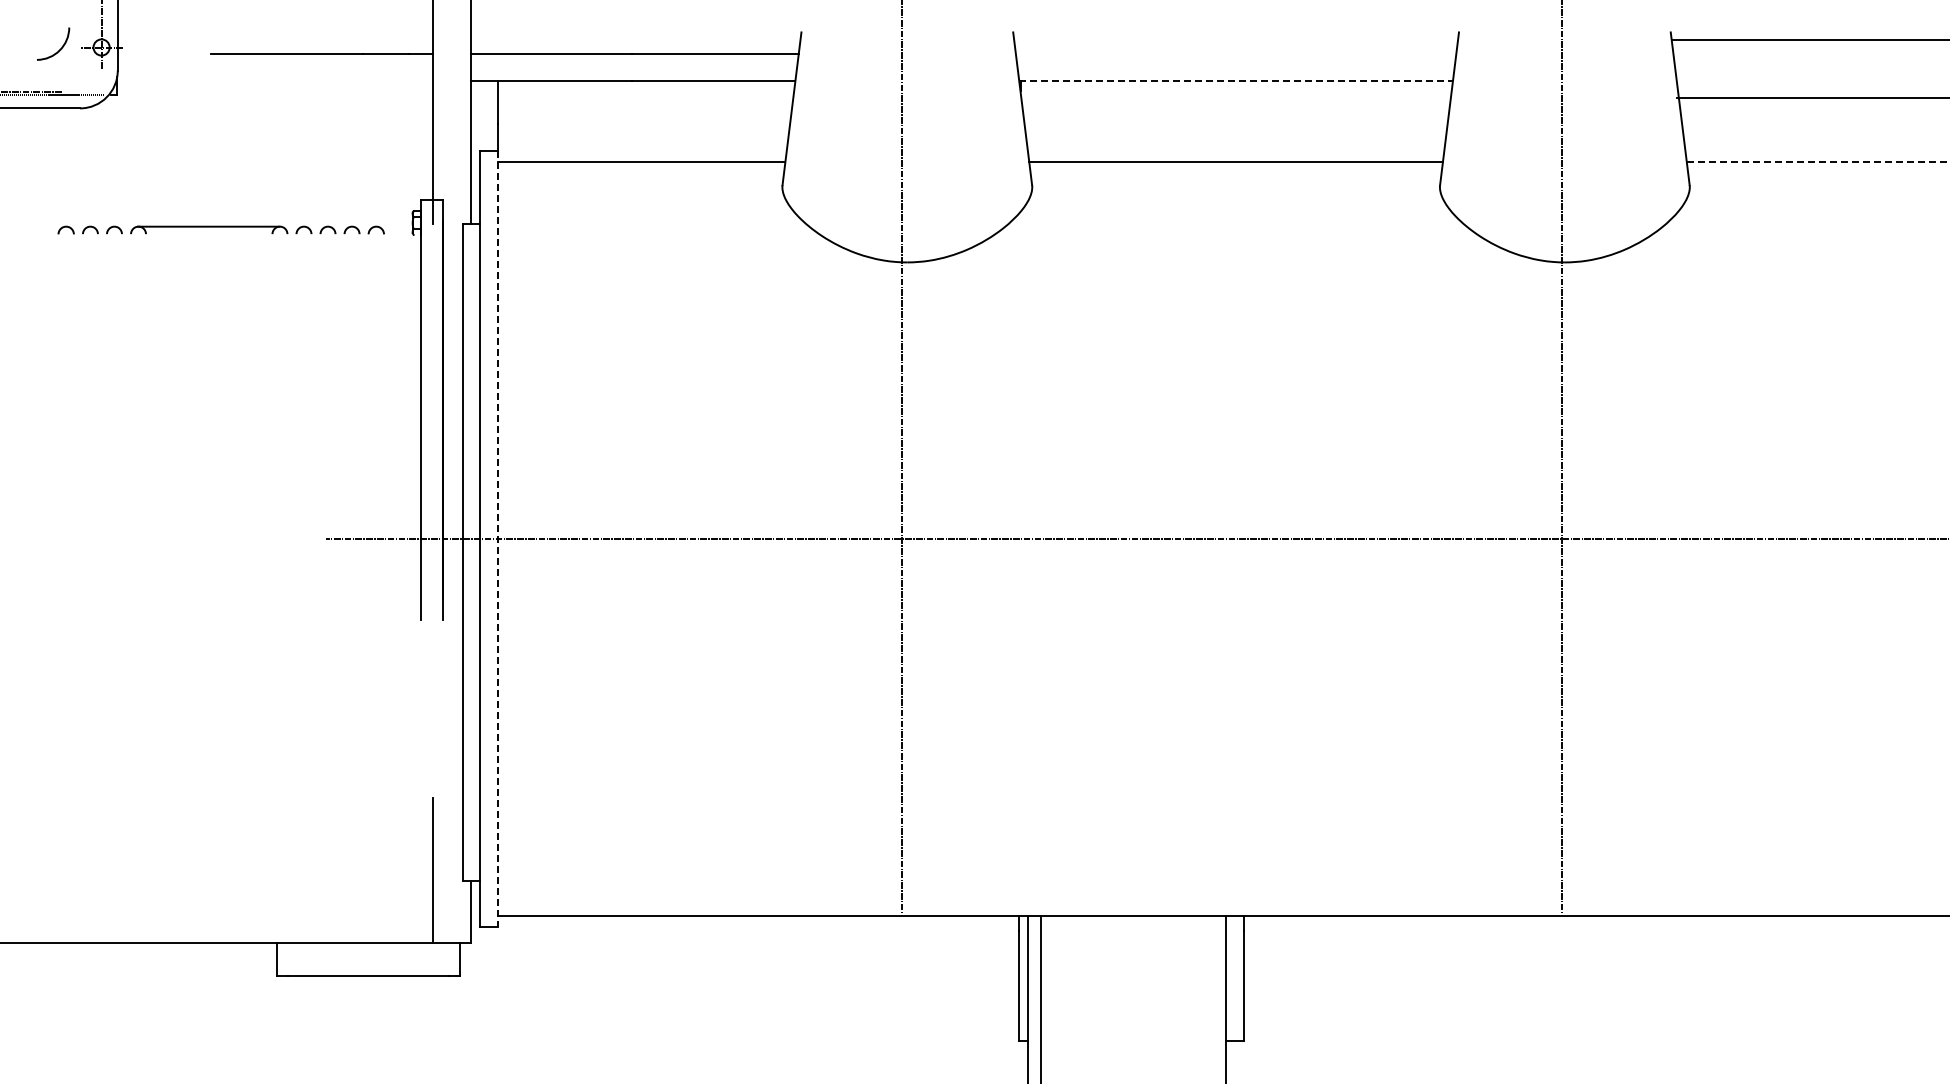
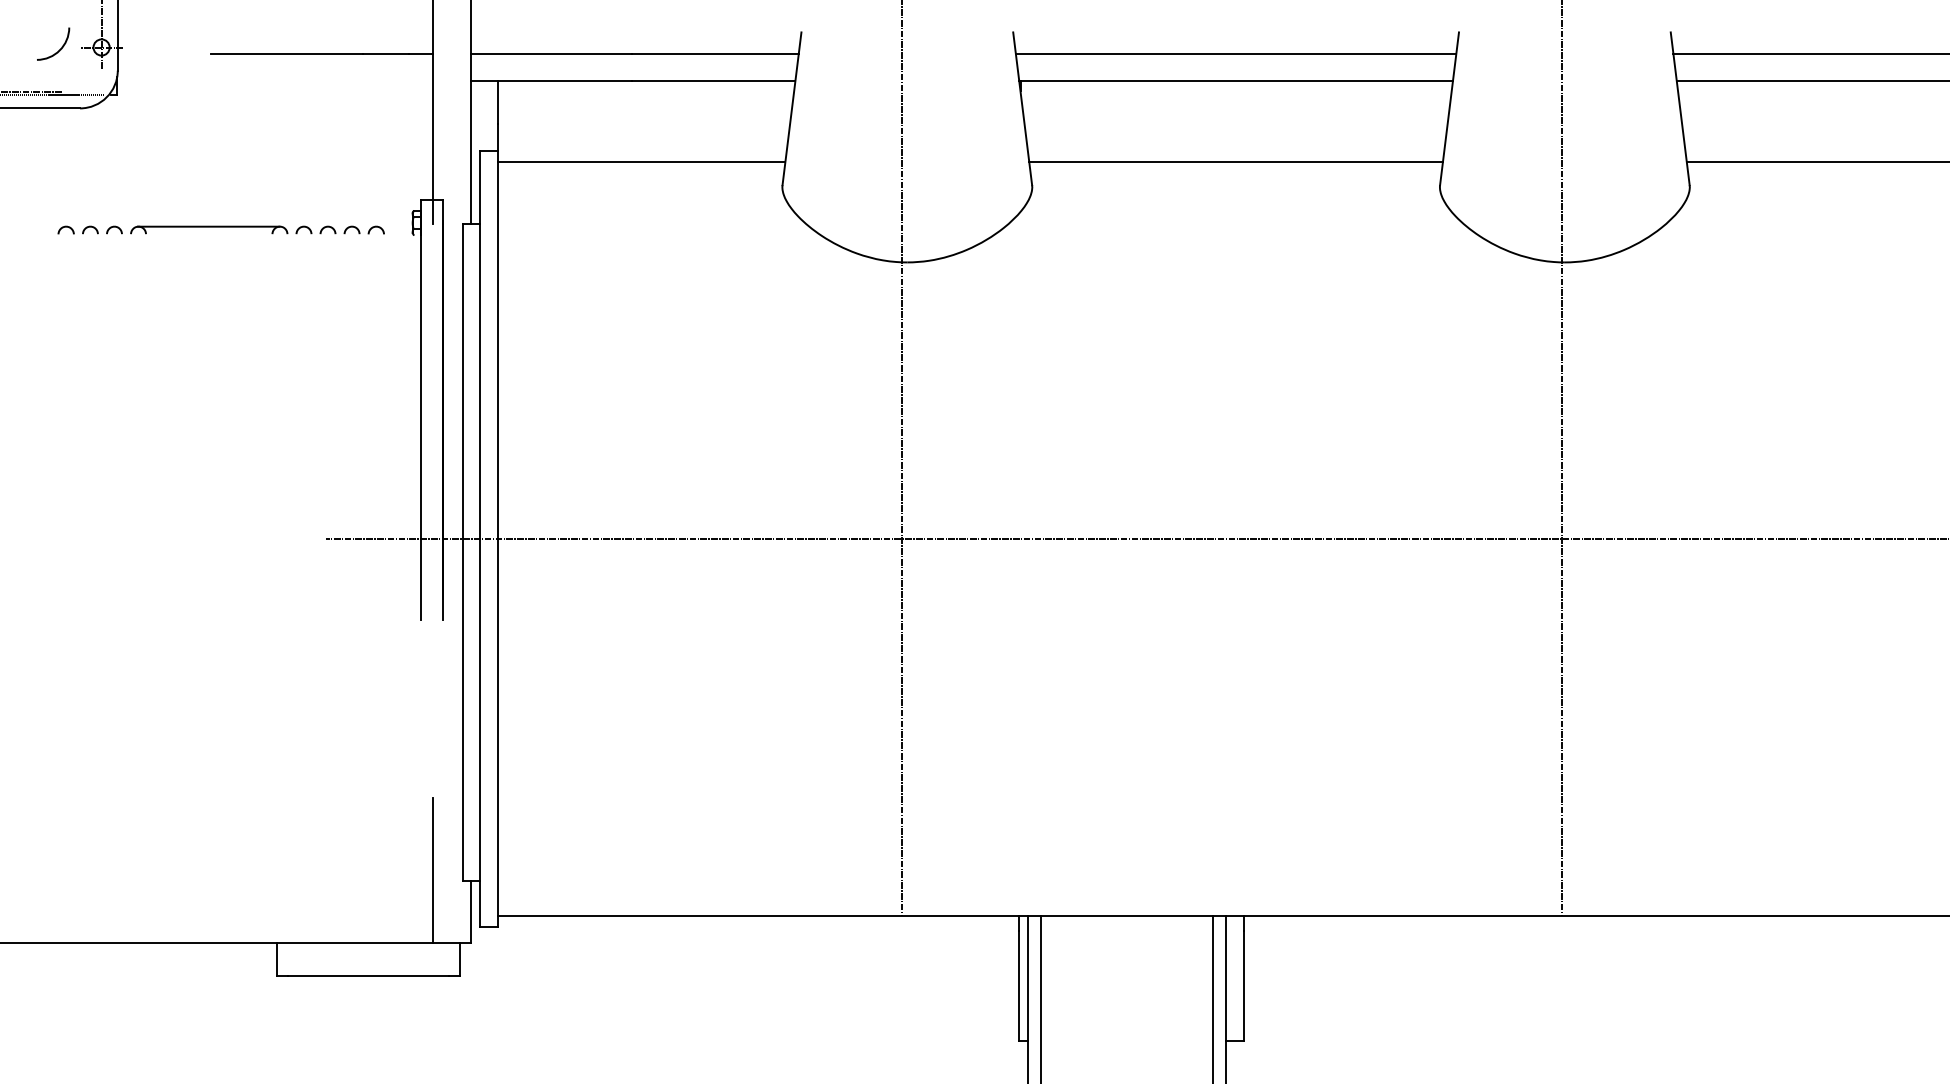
line at (1809, 39) position: (1809, 39) -> (1809, 53)
line at (1235, 53): none -> present
line at (1236, 80): dashed -> solid
line at (1811, 97) position: (1811, 97) -> (1811, 80)
line at (1817, 161): dashed -> solid
line at (497, 539): dashed -> solid
line at (1213, 998): none -> present
